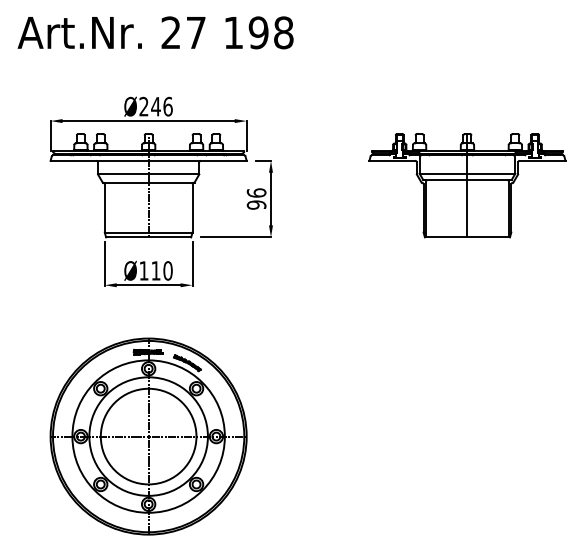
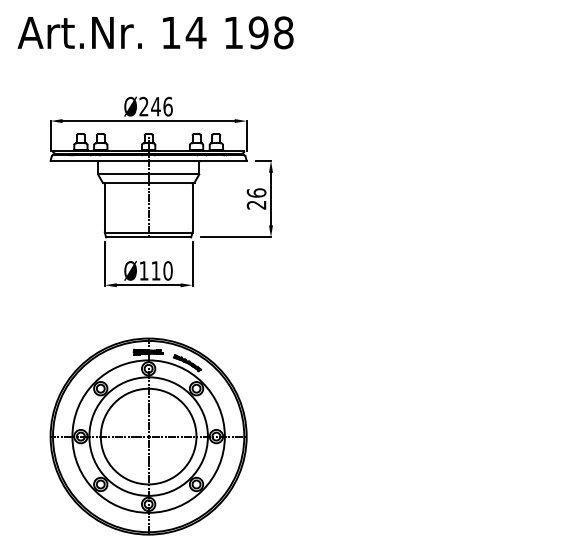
text at (183, 32): 27 -> 14
part at (467, 185): present -> none
text at (256, 204): 96 -> 26
